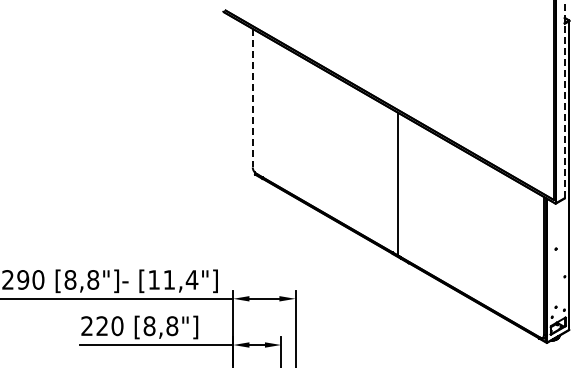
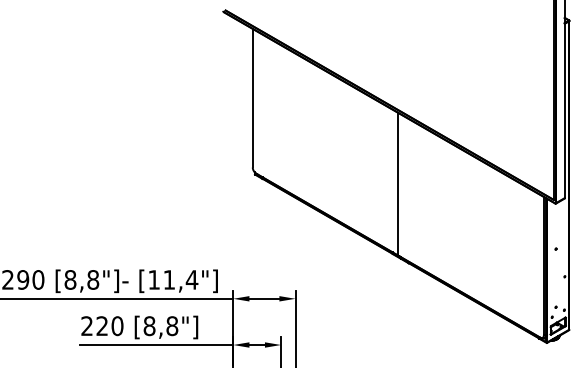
line at (252, 98): dashed -> solid
line at (564, 99): dashed -> solid
